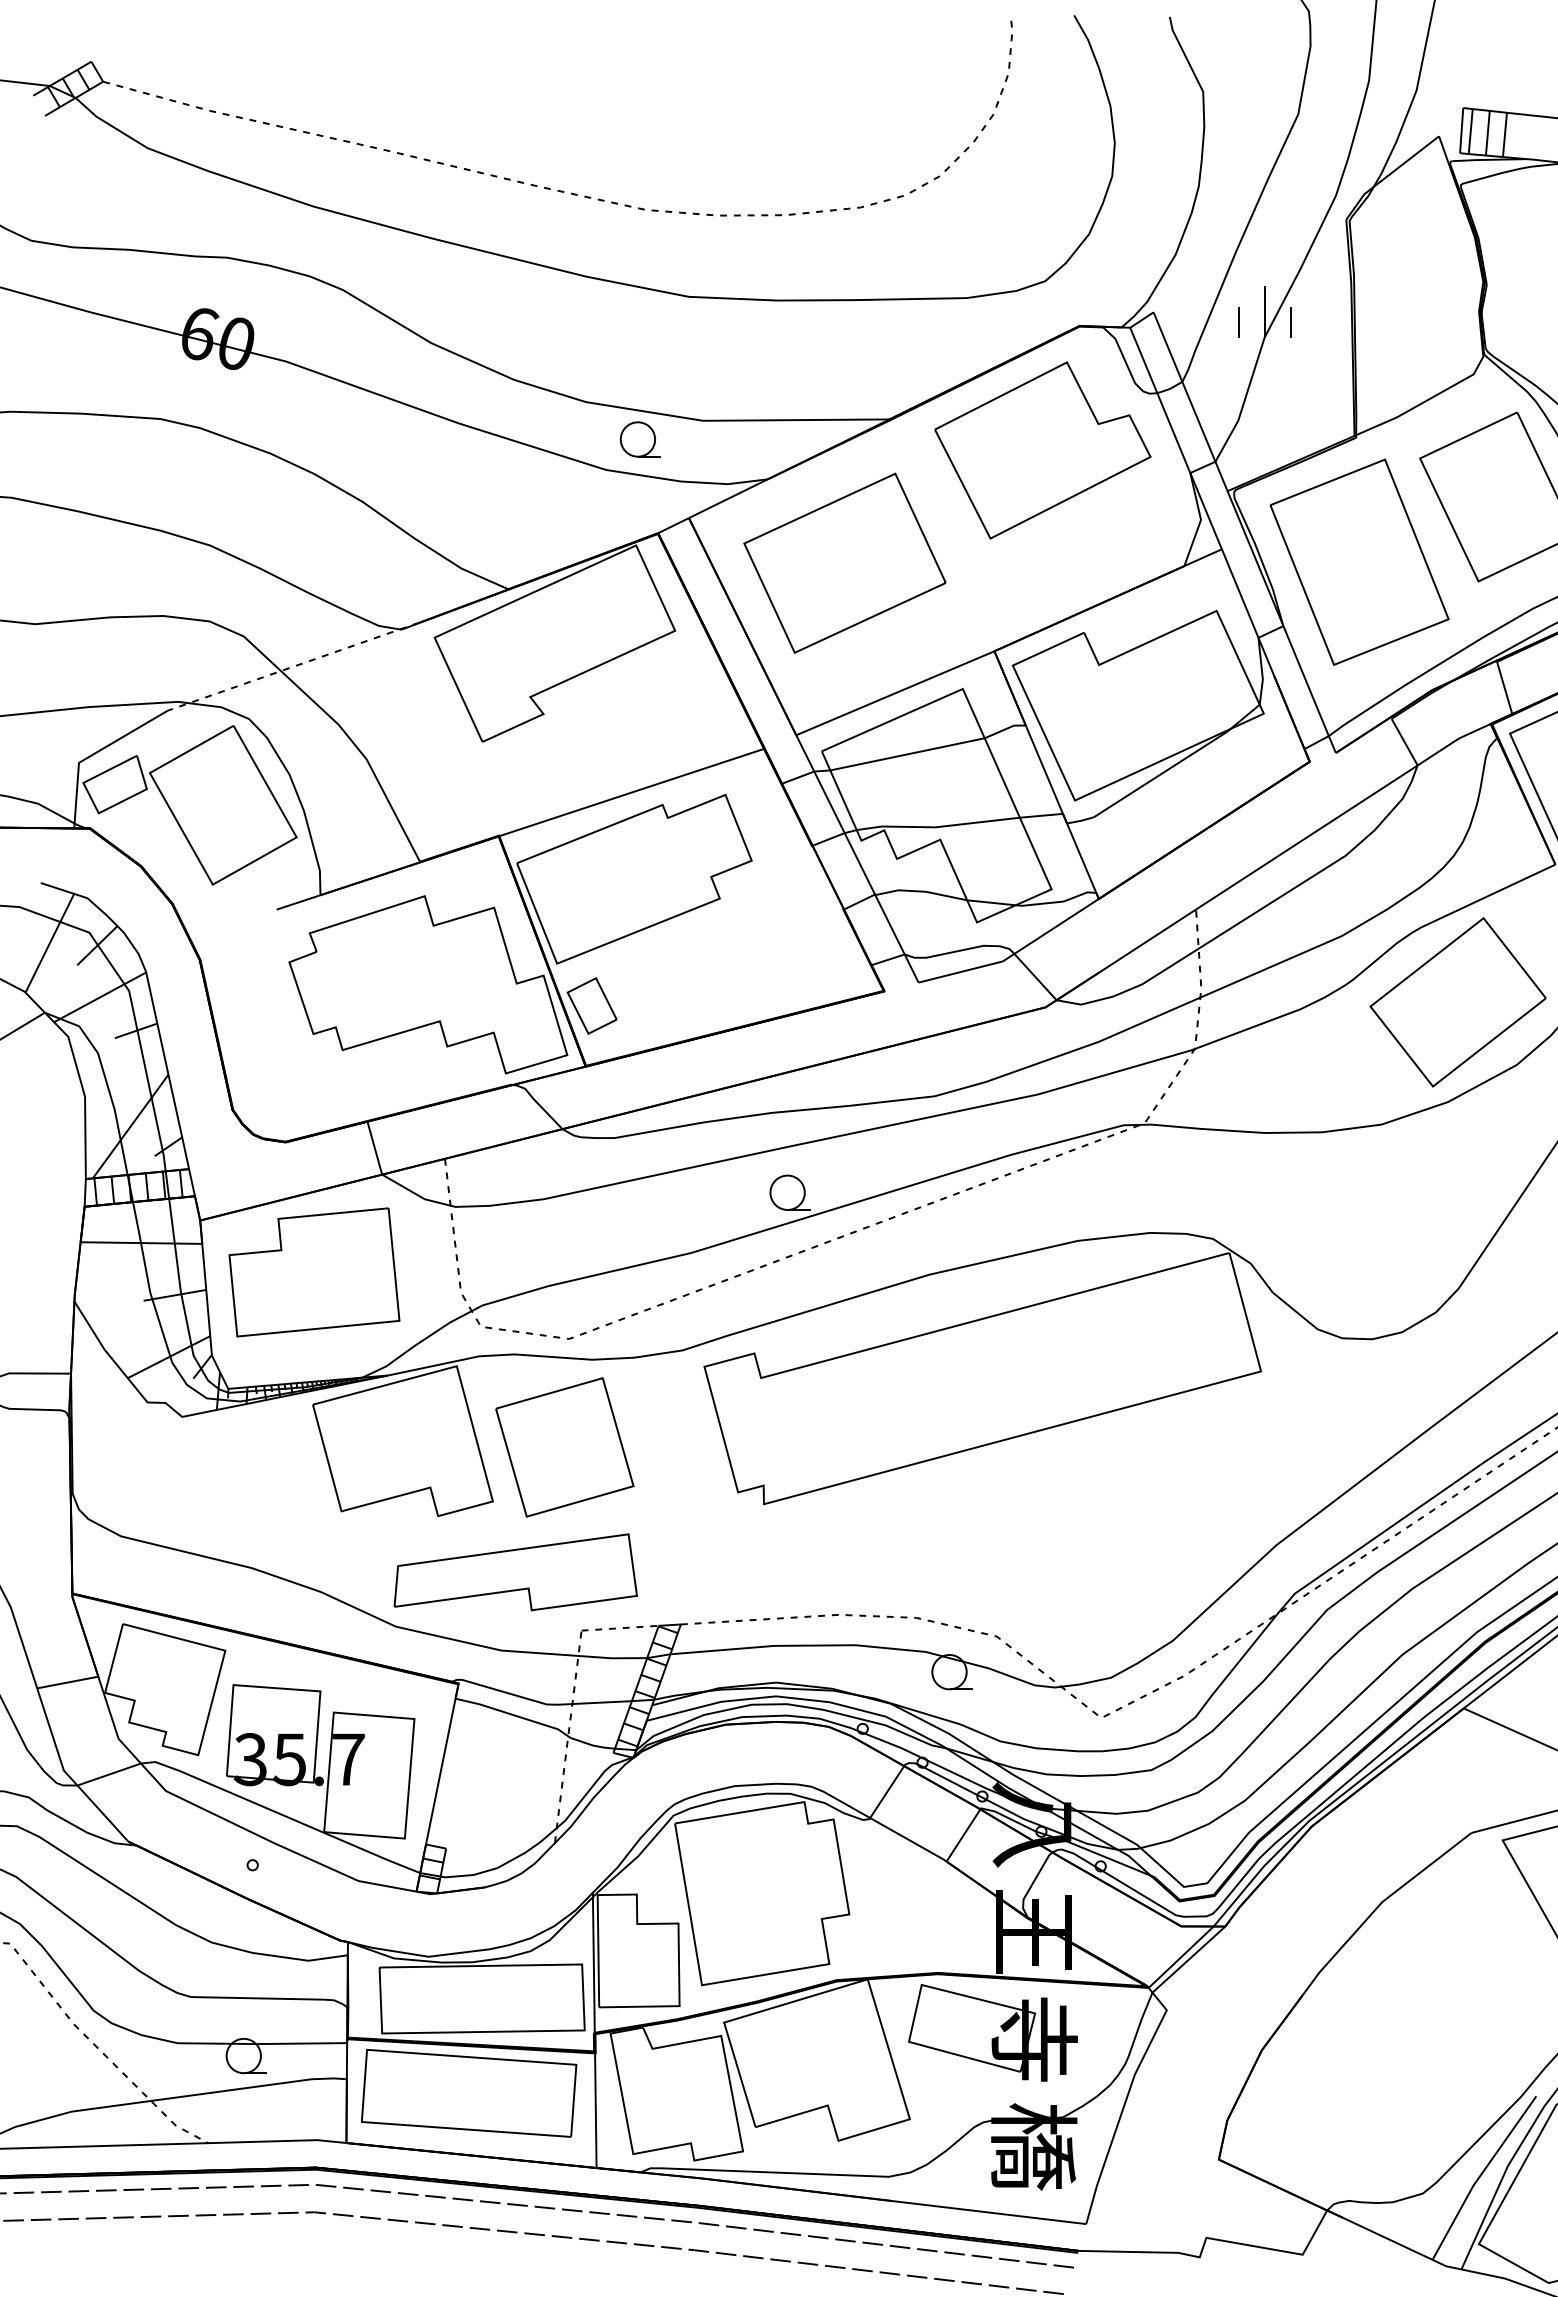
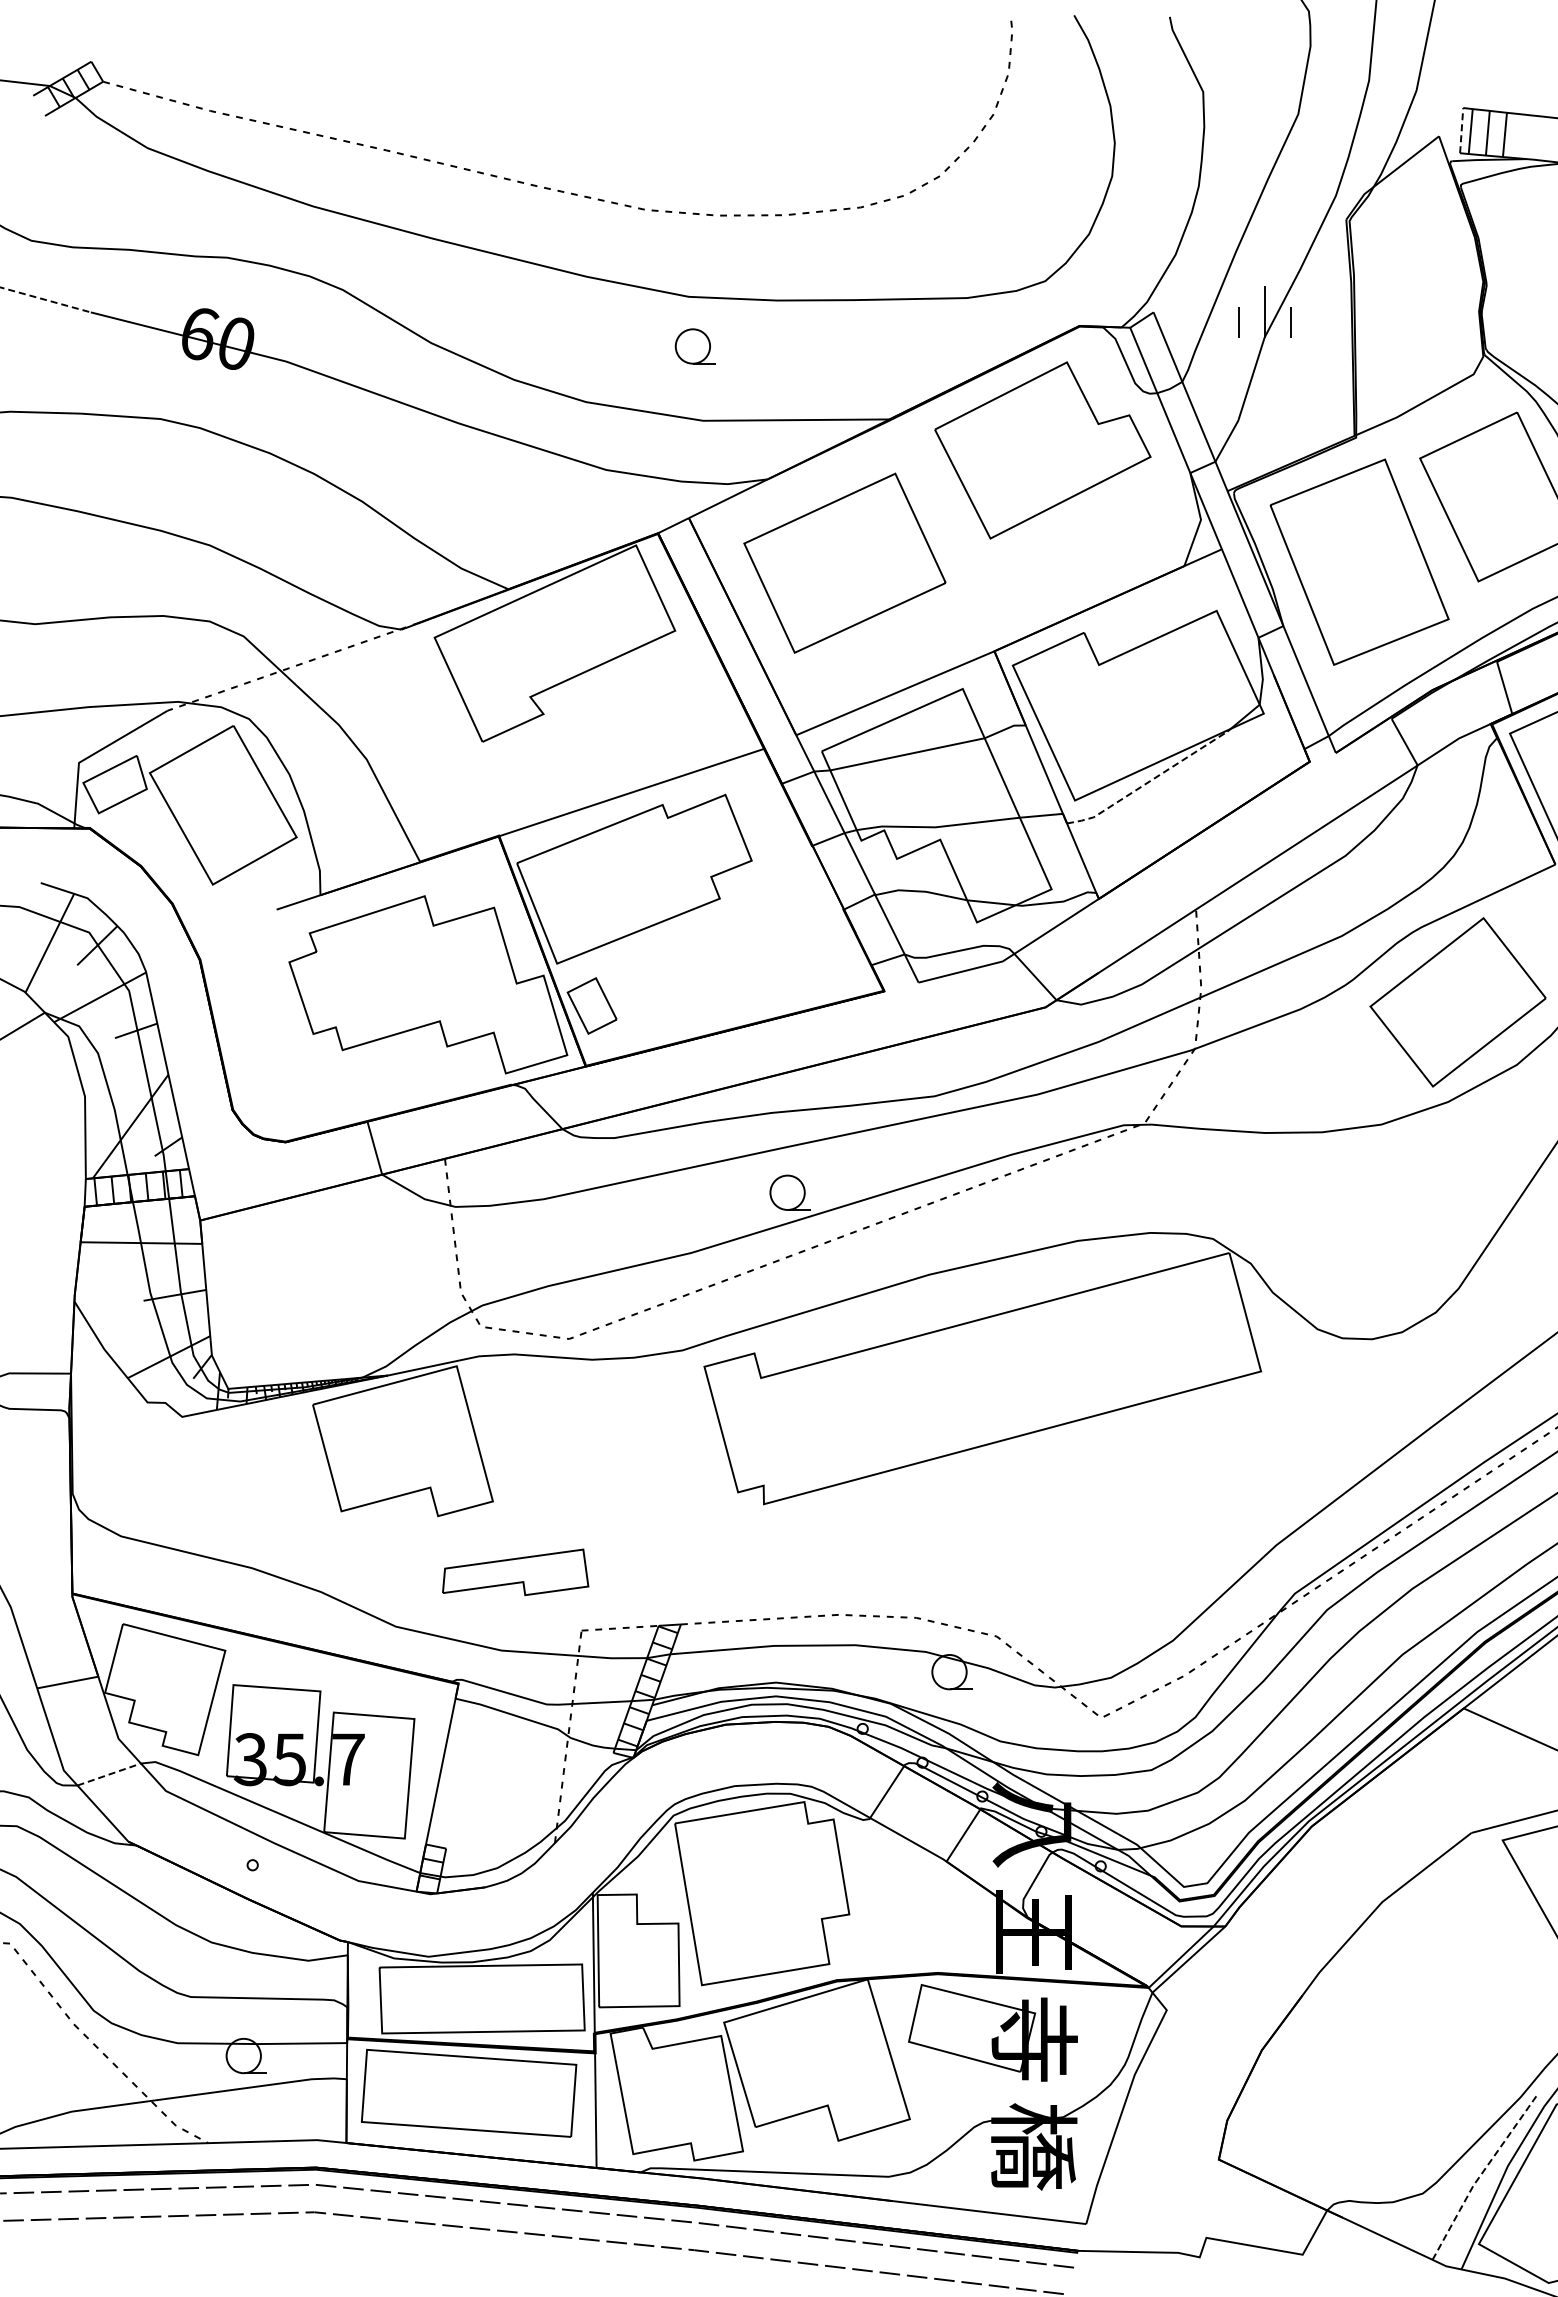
line at (1461, 130): solid -> dashed
line at (45, 299): solid -> dashed
part at (639, 439) position: (639, 439) -> (694, 346)
line at (1148, 782): solid -> dashed
part at (314, 1272): present -> none
part at (564, 1447): present -> none
part at (515, 1572) size: 245x79 px -> 148x49 px
line at (109, 1774): solid -> dashed
line at (1480, 2175): solid -> dashed
